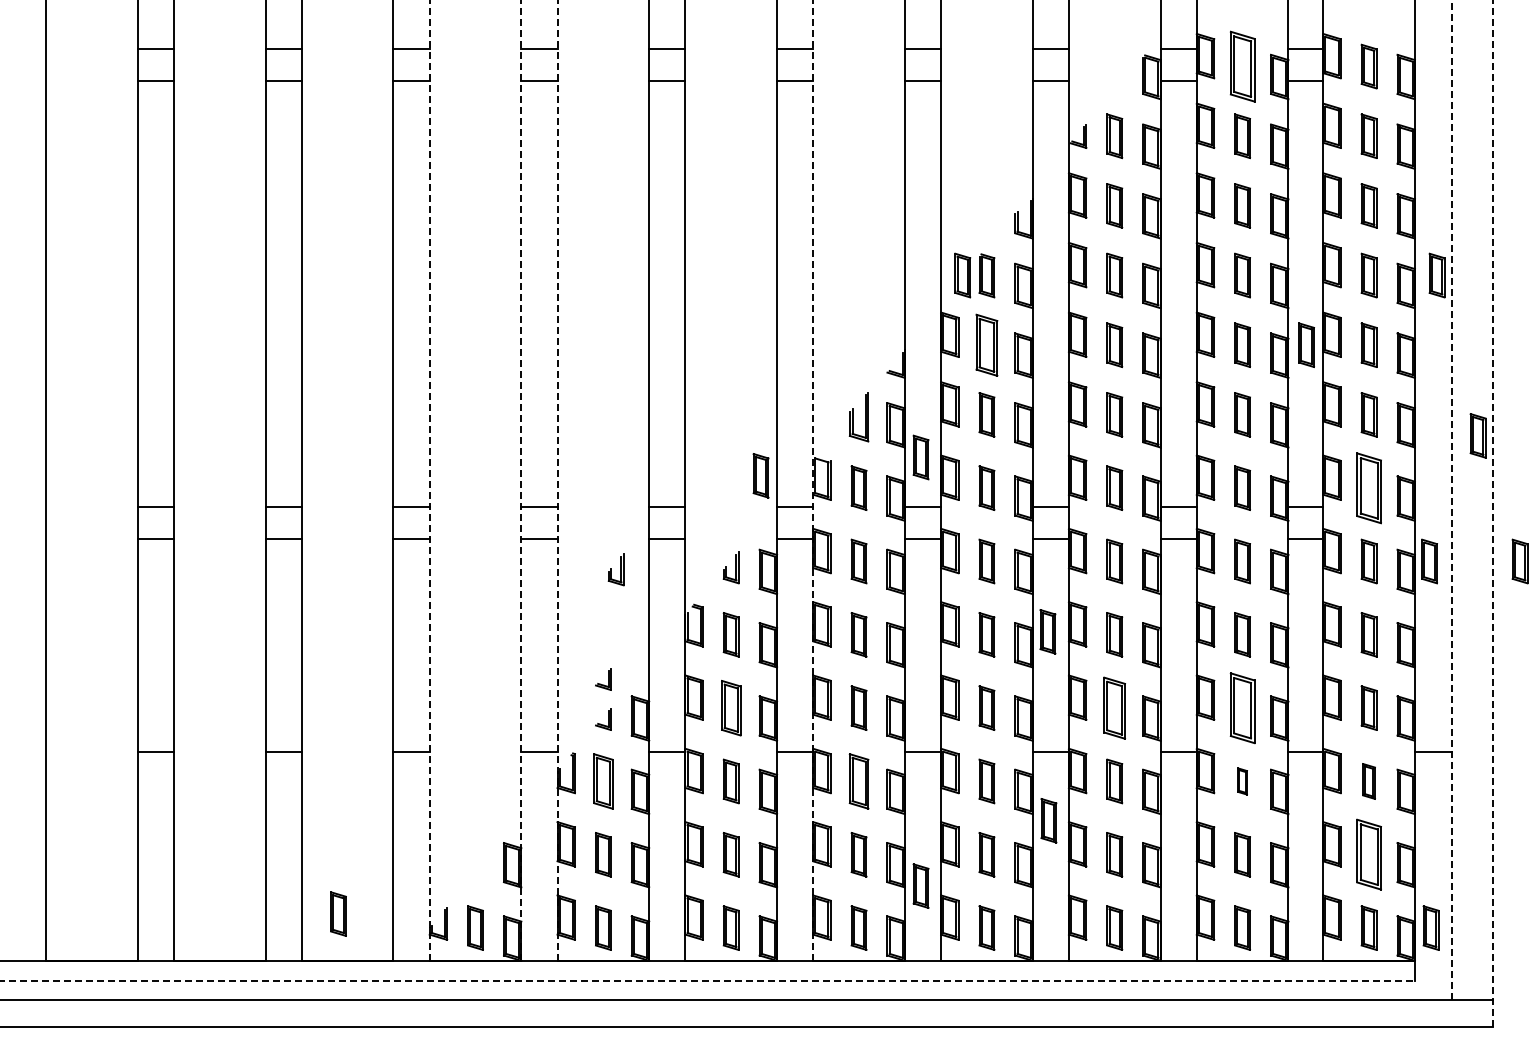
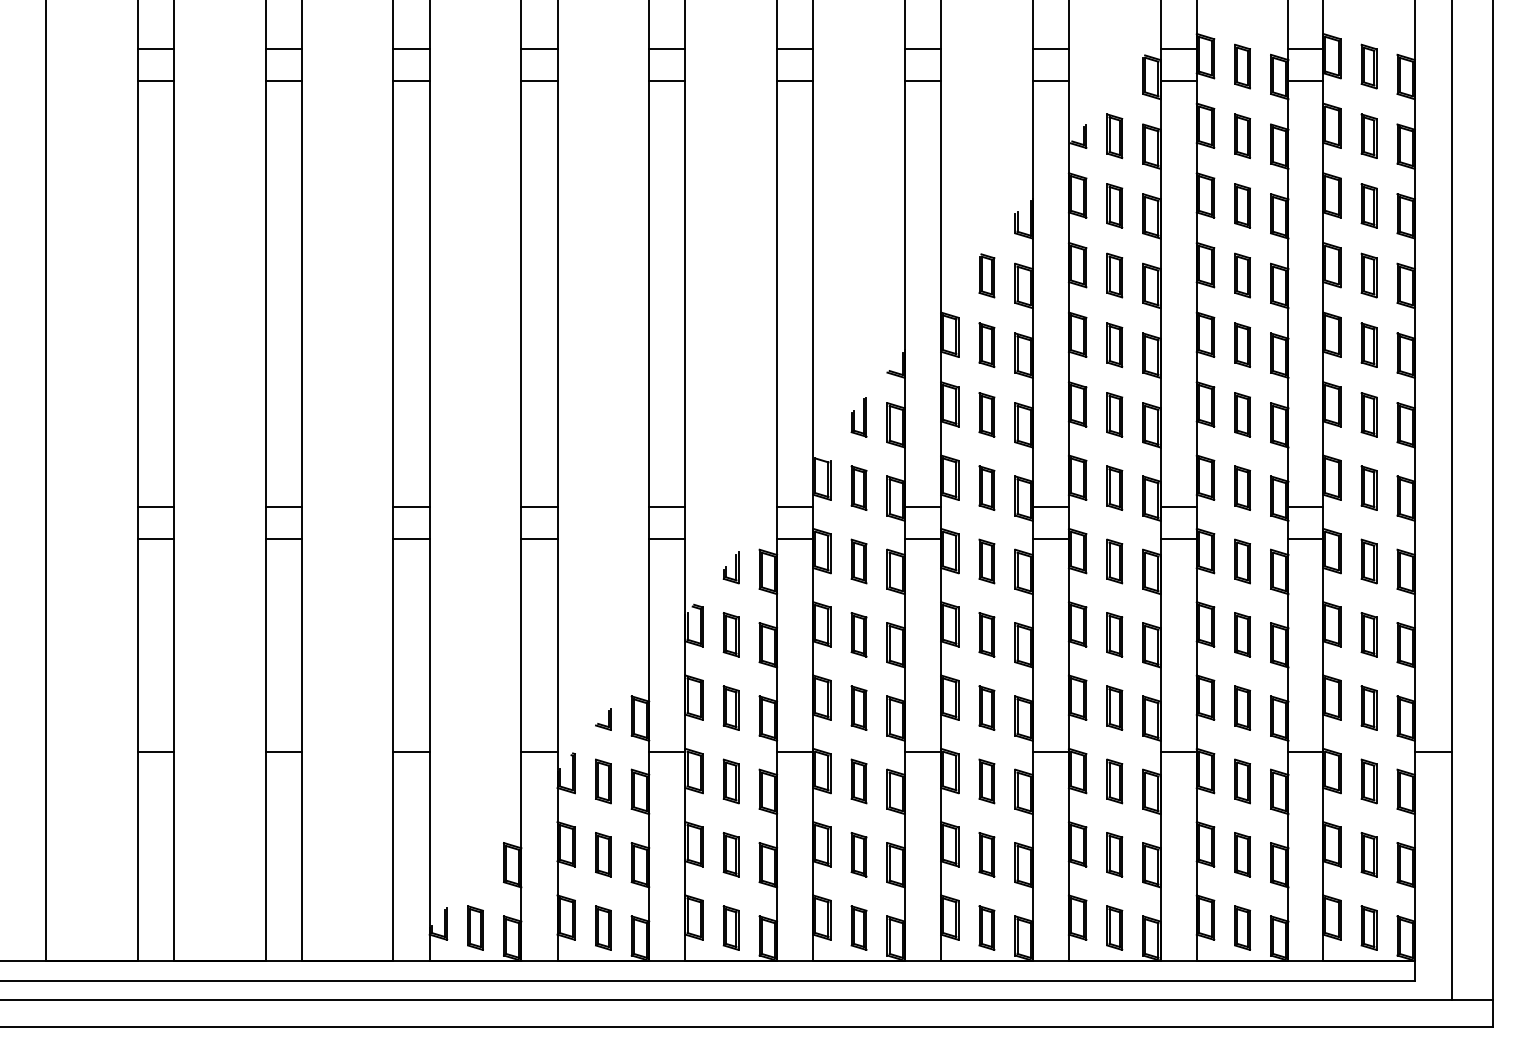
part at (1242, 66) size: 27x73 px -> 17x47 px
part at (962, 275): present -> none
part at (1436, 275): present -> none
part at (986, 344) size: 24x64 px -> 18x46 px
part at (1306, 344): present -> none
part at (858, 417) size: 22x51 px -> 18x41 px
part at (1477, 435): present -> none
part at (920, 457): present -> none
part at (760, 475): present -> none
line at (429, 479): dashed -> solid
line at (521, 479): dashed -> solid
line at (557, 479): dashed -> solid
line at (813, 479): dashed -> solid
part at (1368, 488) size: 26x73 px -> 18x46 px
line at (1451, 499): dashed -> solid
line at (1492, 513): dashed -> solid
part at (1429, 561): present -> none
part at (1519, 561): present -> none
part at (615, 569): present -> none
part at (1047, 631): present -> none
part at (603, 679): present -> none
part at (1114, 707) size: 23x64 px -> 18x46 px
part at (731, 708) size: 21x57 px -> 18x46 px
part at (1242, 708) size: 27x73 px -> 17x46 px
part at (603, 781) size: 21x57 px -> 17x47 px
part at (858, 781) size: 22x57 px -> 18x47 px
part at (1242, 781) size: 11x29 px -> 17x47 px
part at (1368, 781) size: 14x37 px -> 18x47 px
part at (1048, 820): present -> none
part at (1368, 854) size: 26x73 px -> 18x46 px
part at (920, 885): present -> none
part at (338, 913): present -> none
part at (1430, 927): present -> none
line at (708, 981): dashed -> solid
